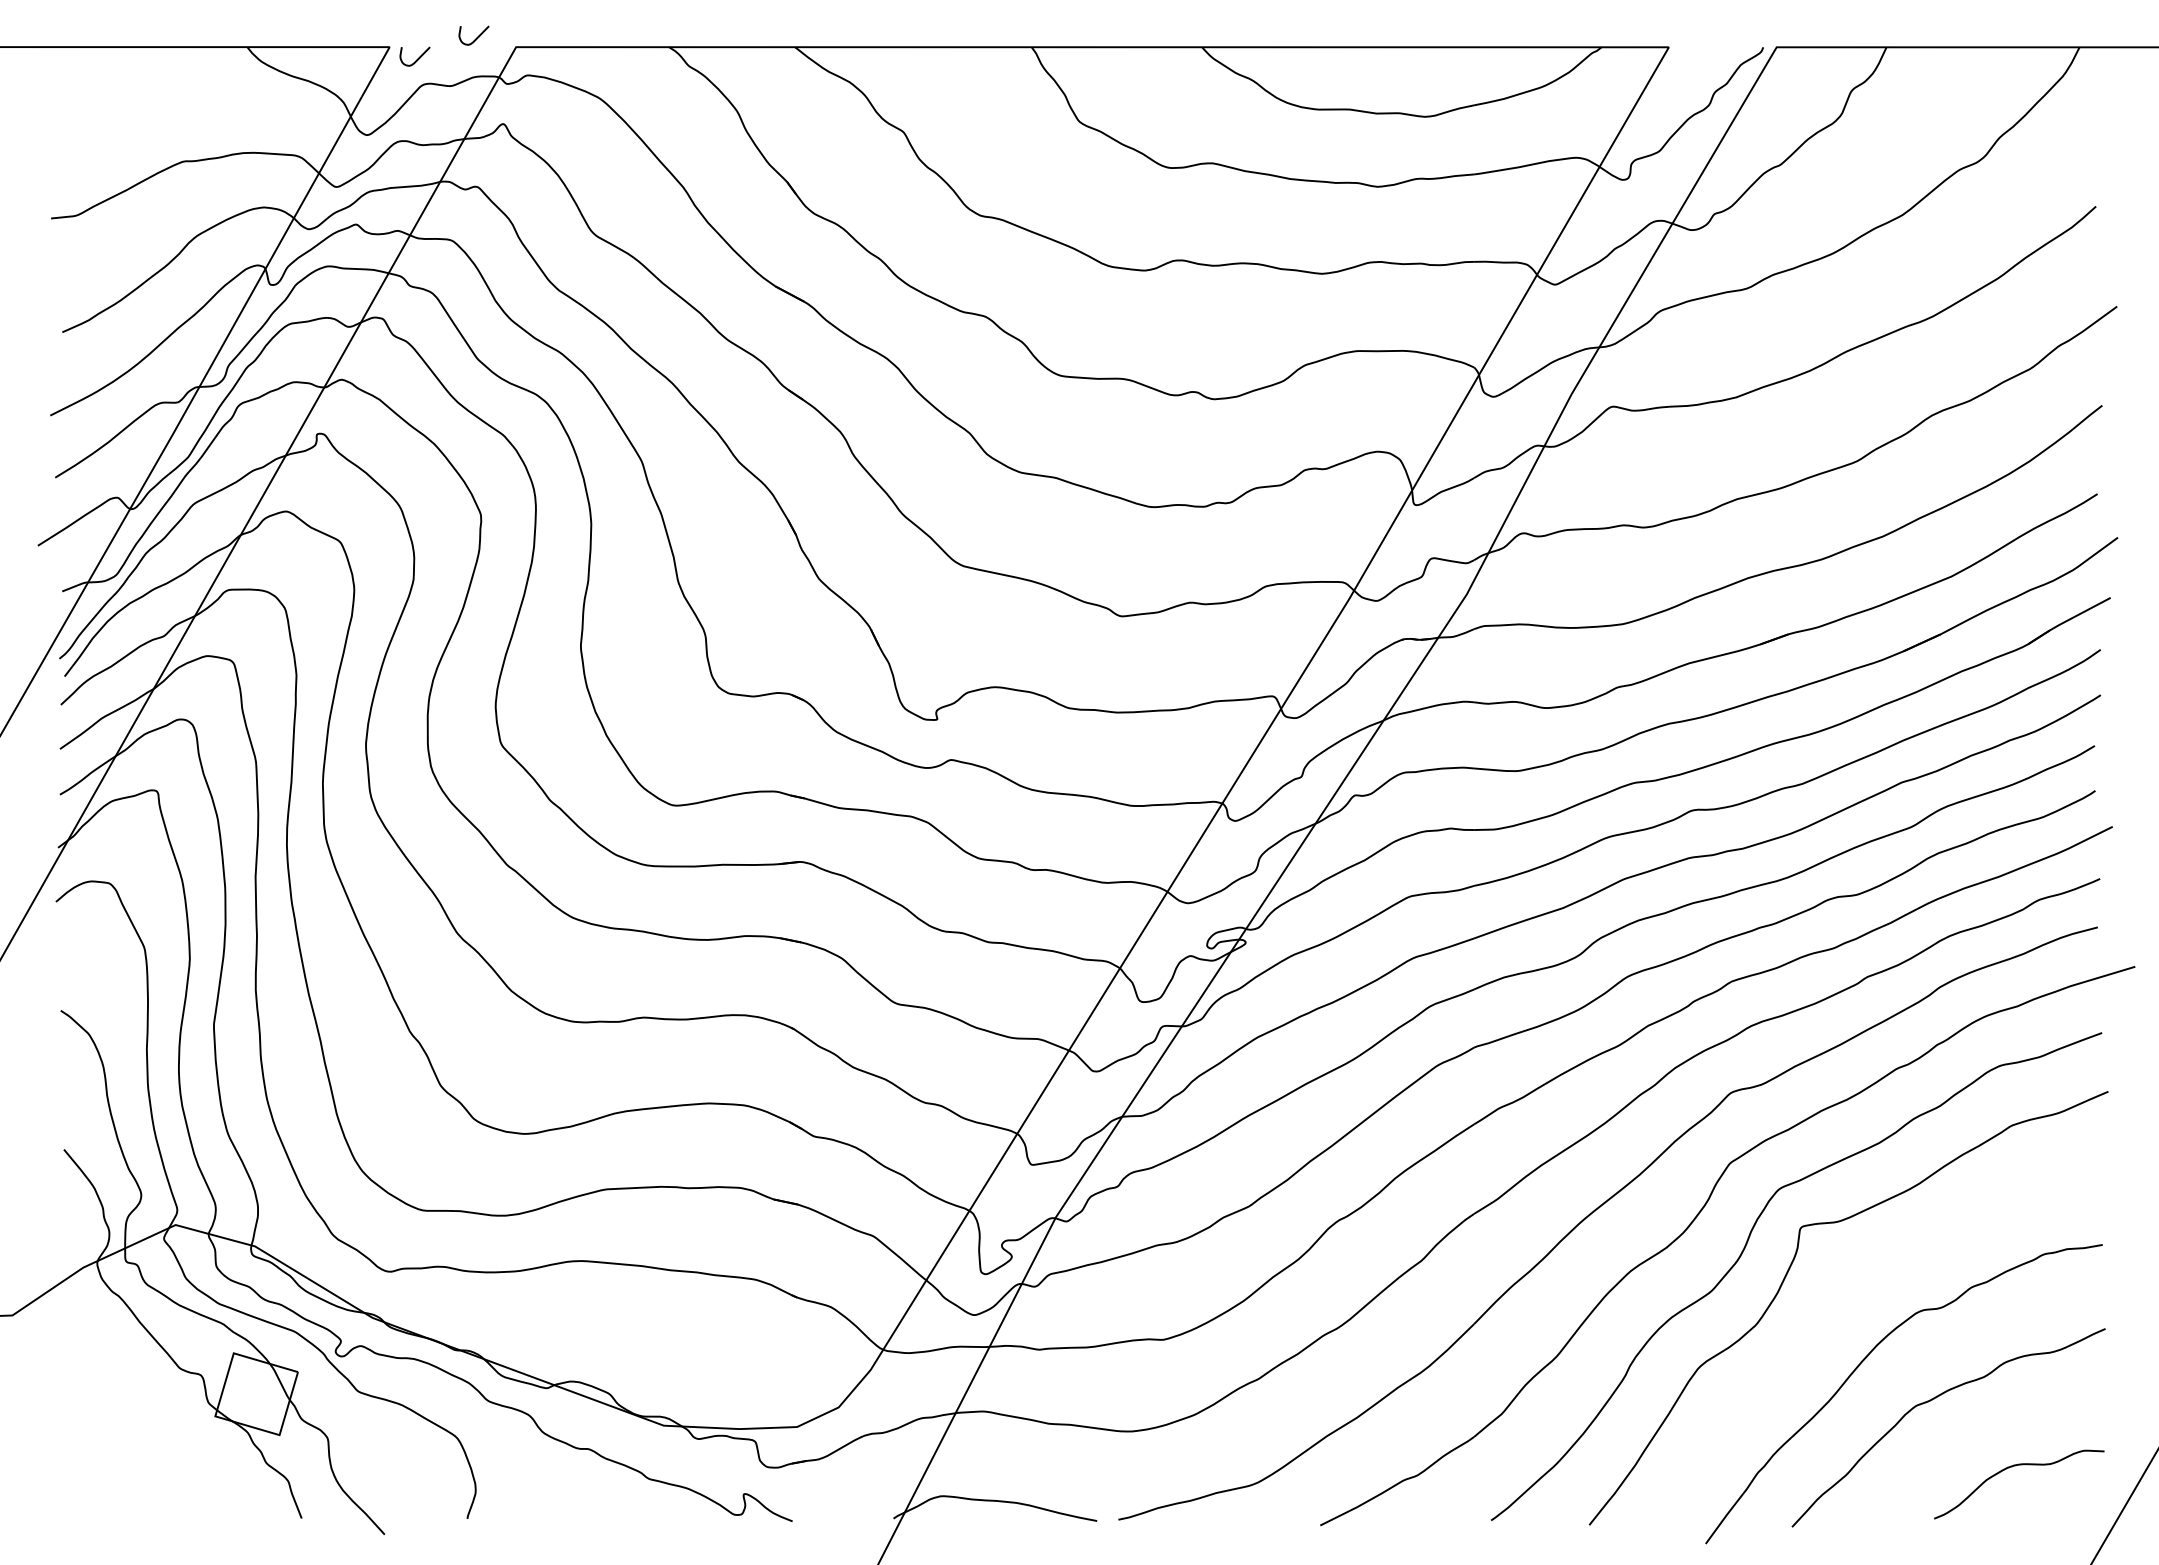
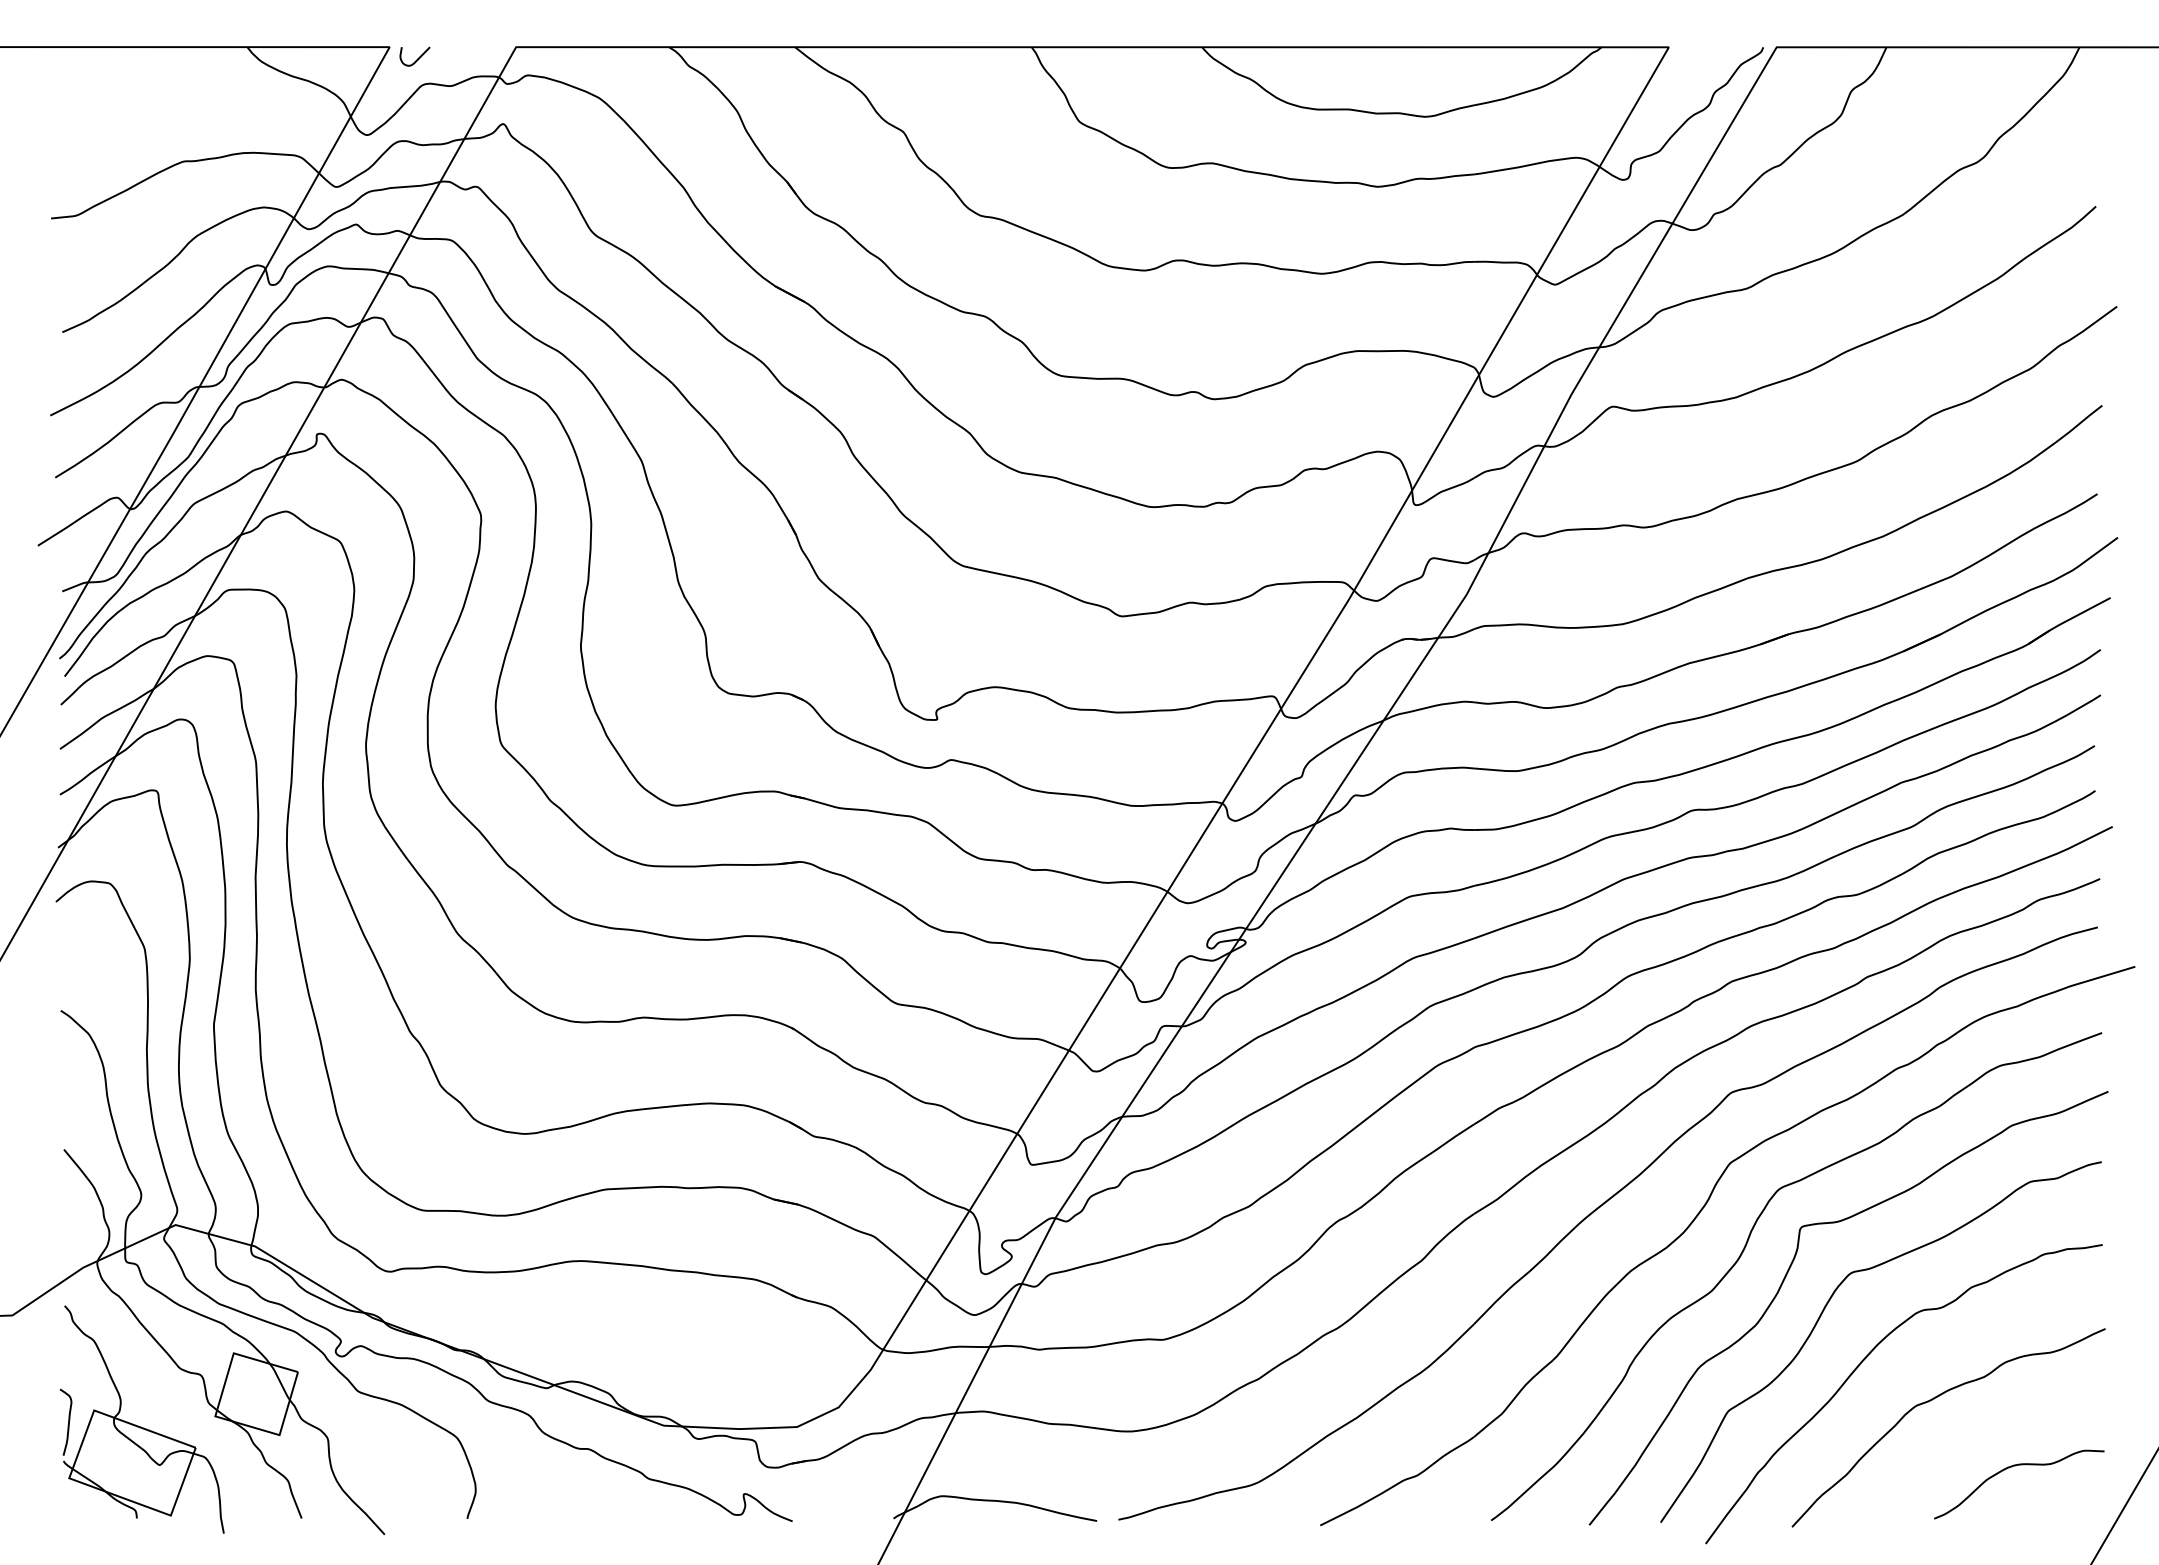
curve at (476, 37): present -> none
curve at (1823, 1312): none -> present
part at (138, 1425): none -> present
